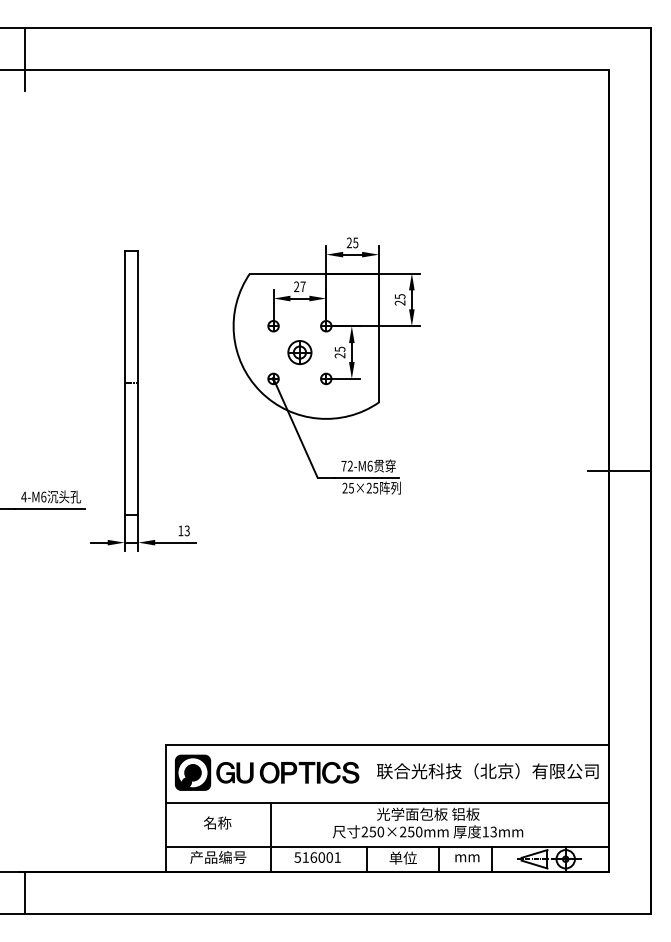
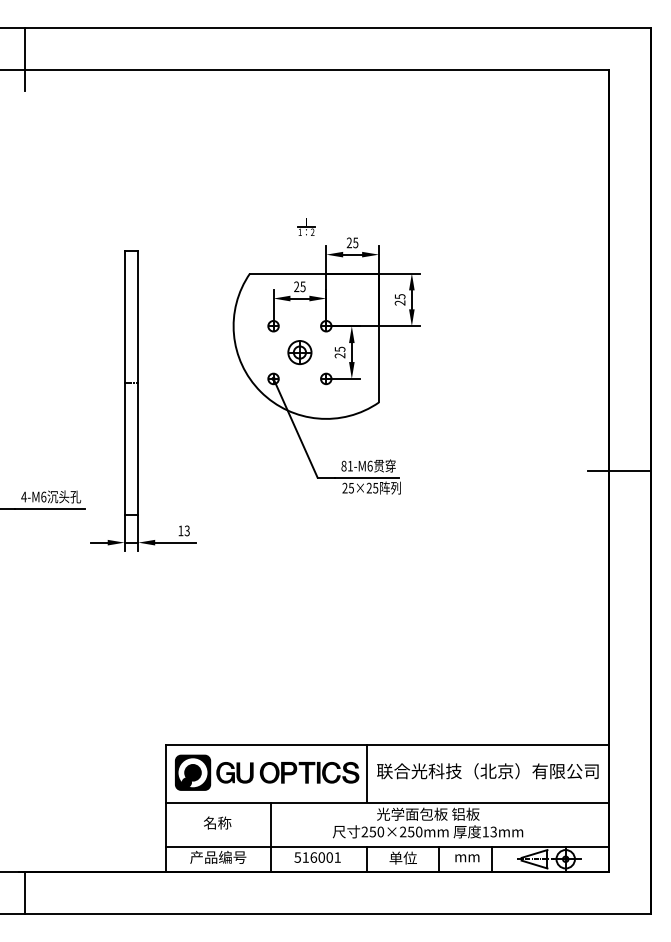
part at (306, 226): none -> present
text at (302, 286): 27 -> 25
text at (346, 465): 72-M6 -> 81-M6
line at (367, 773): none -> present
